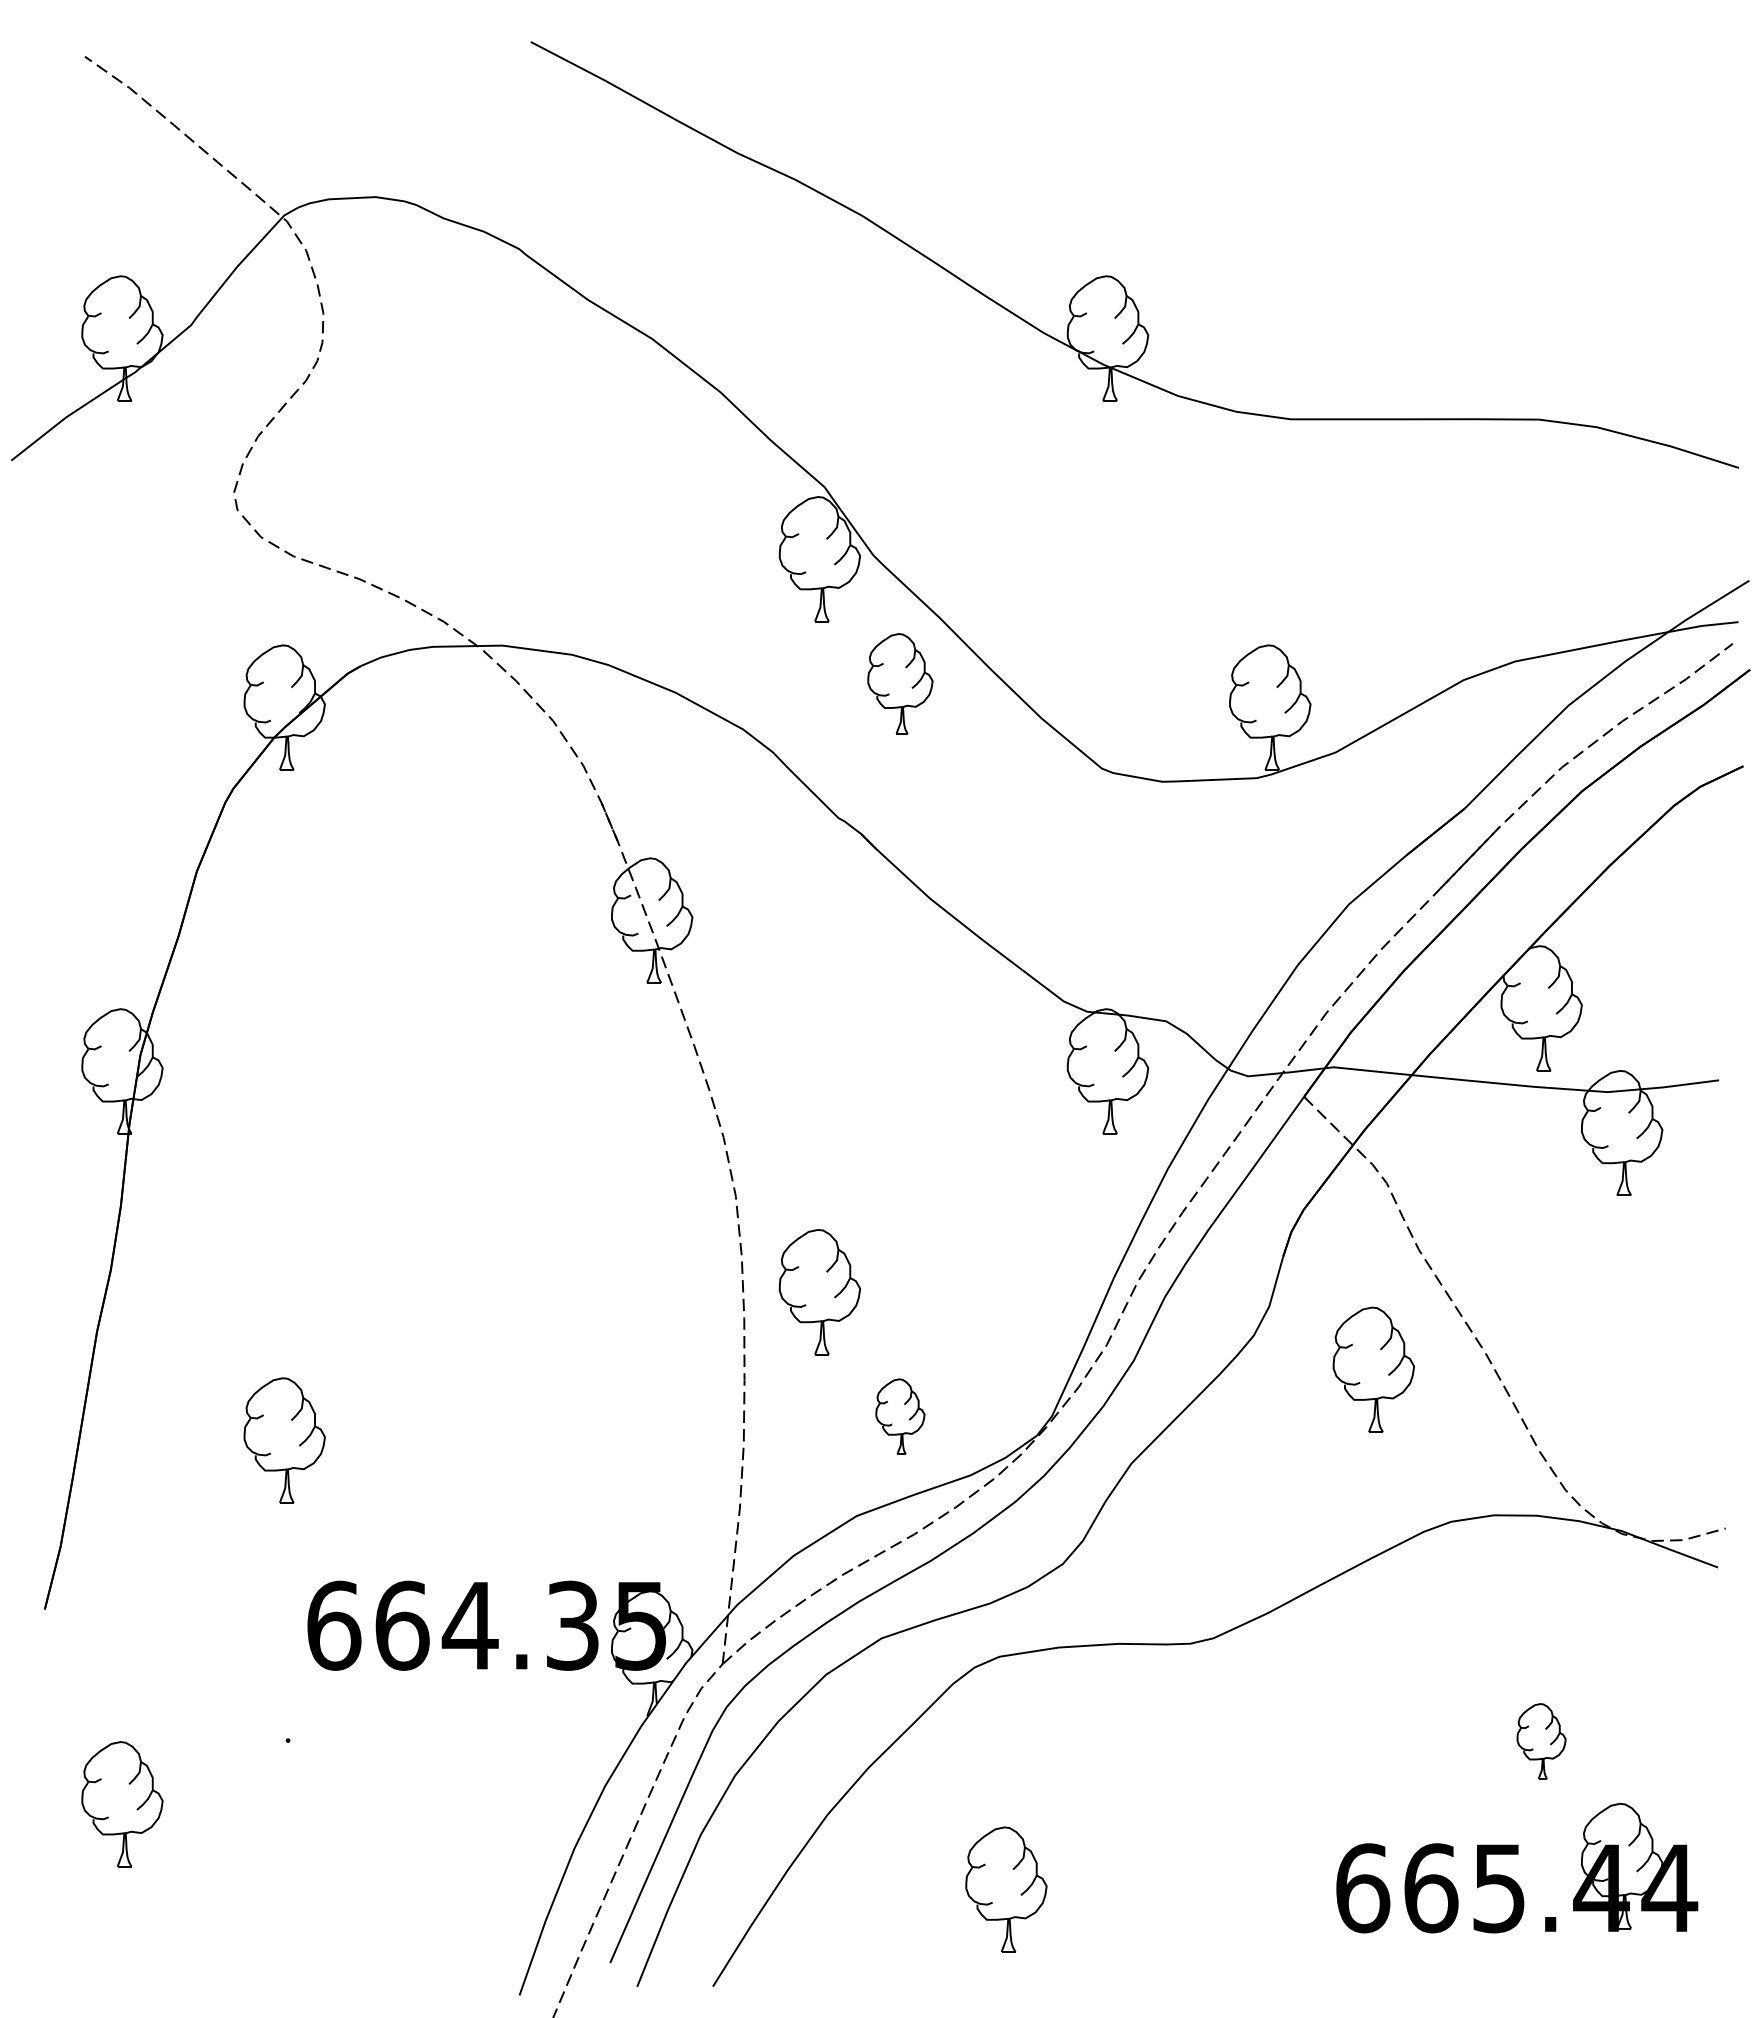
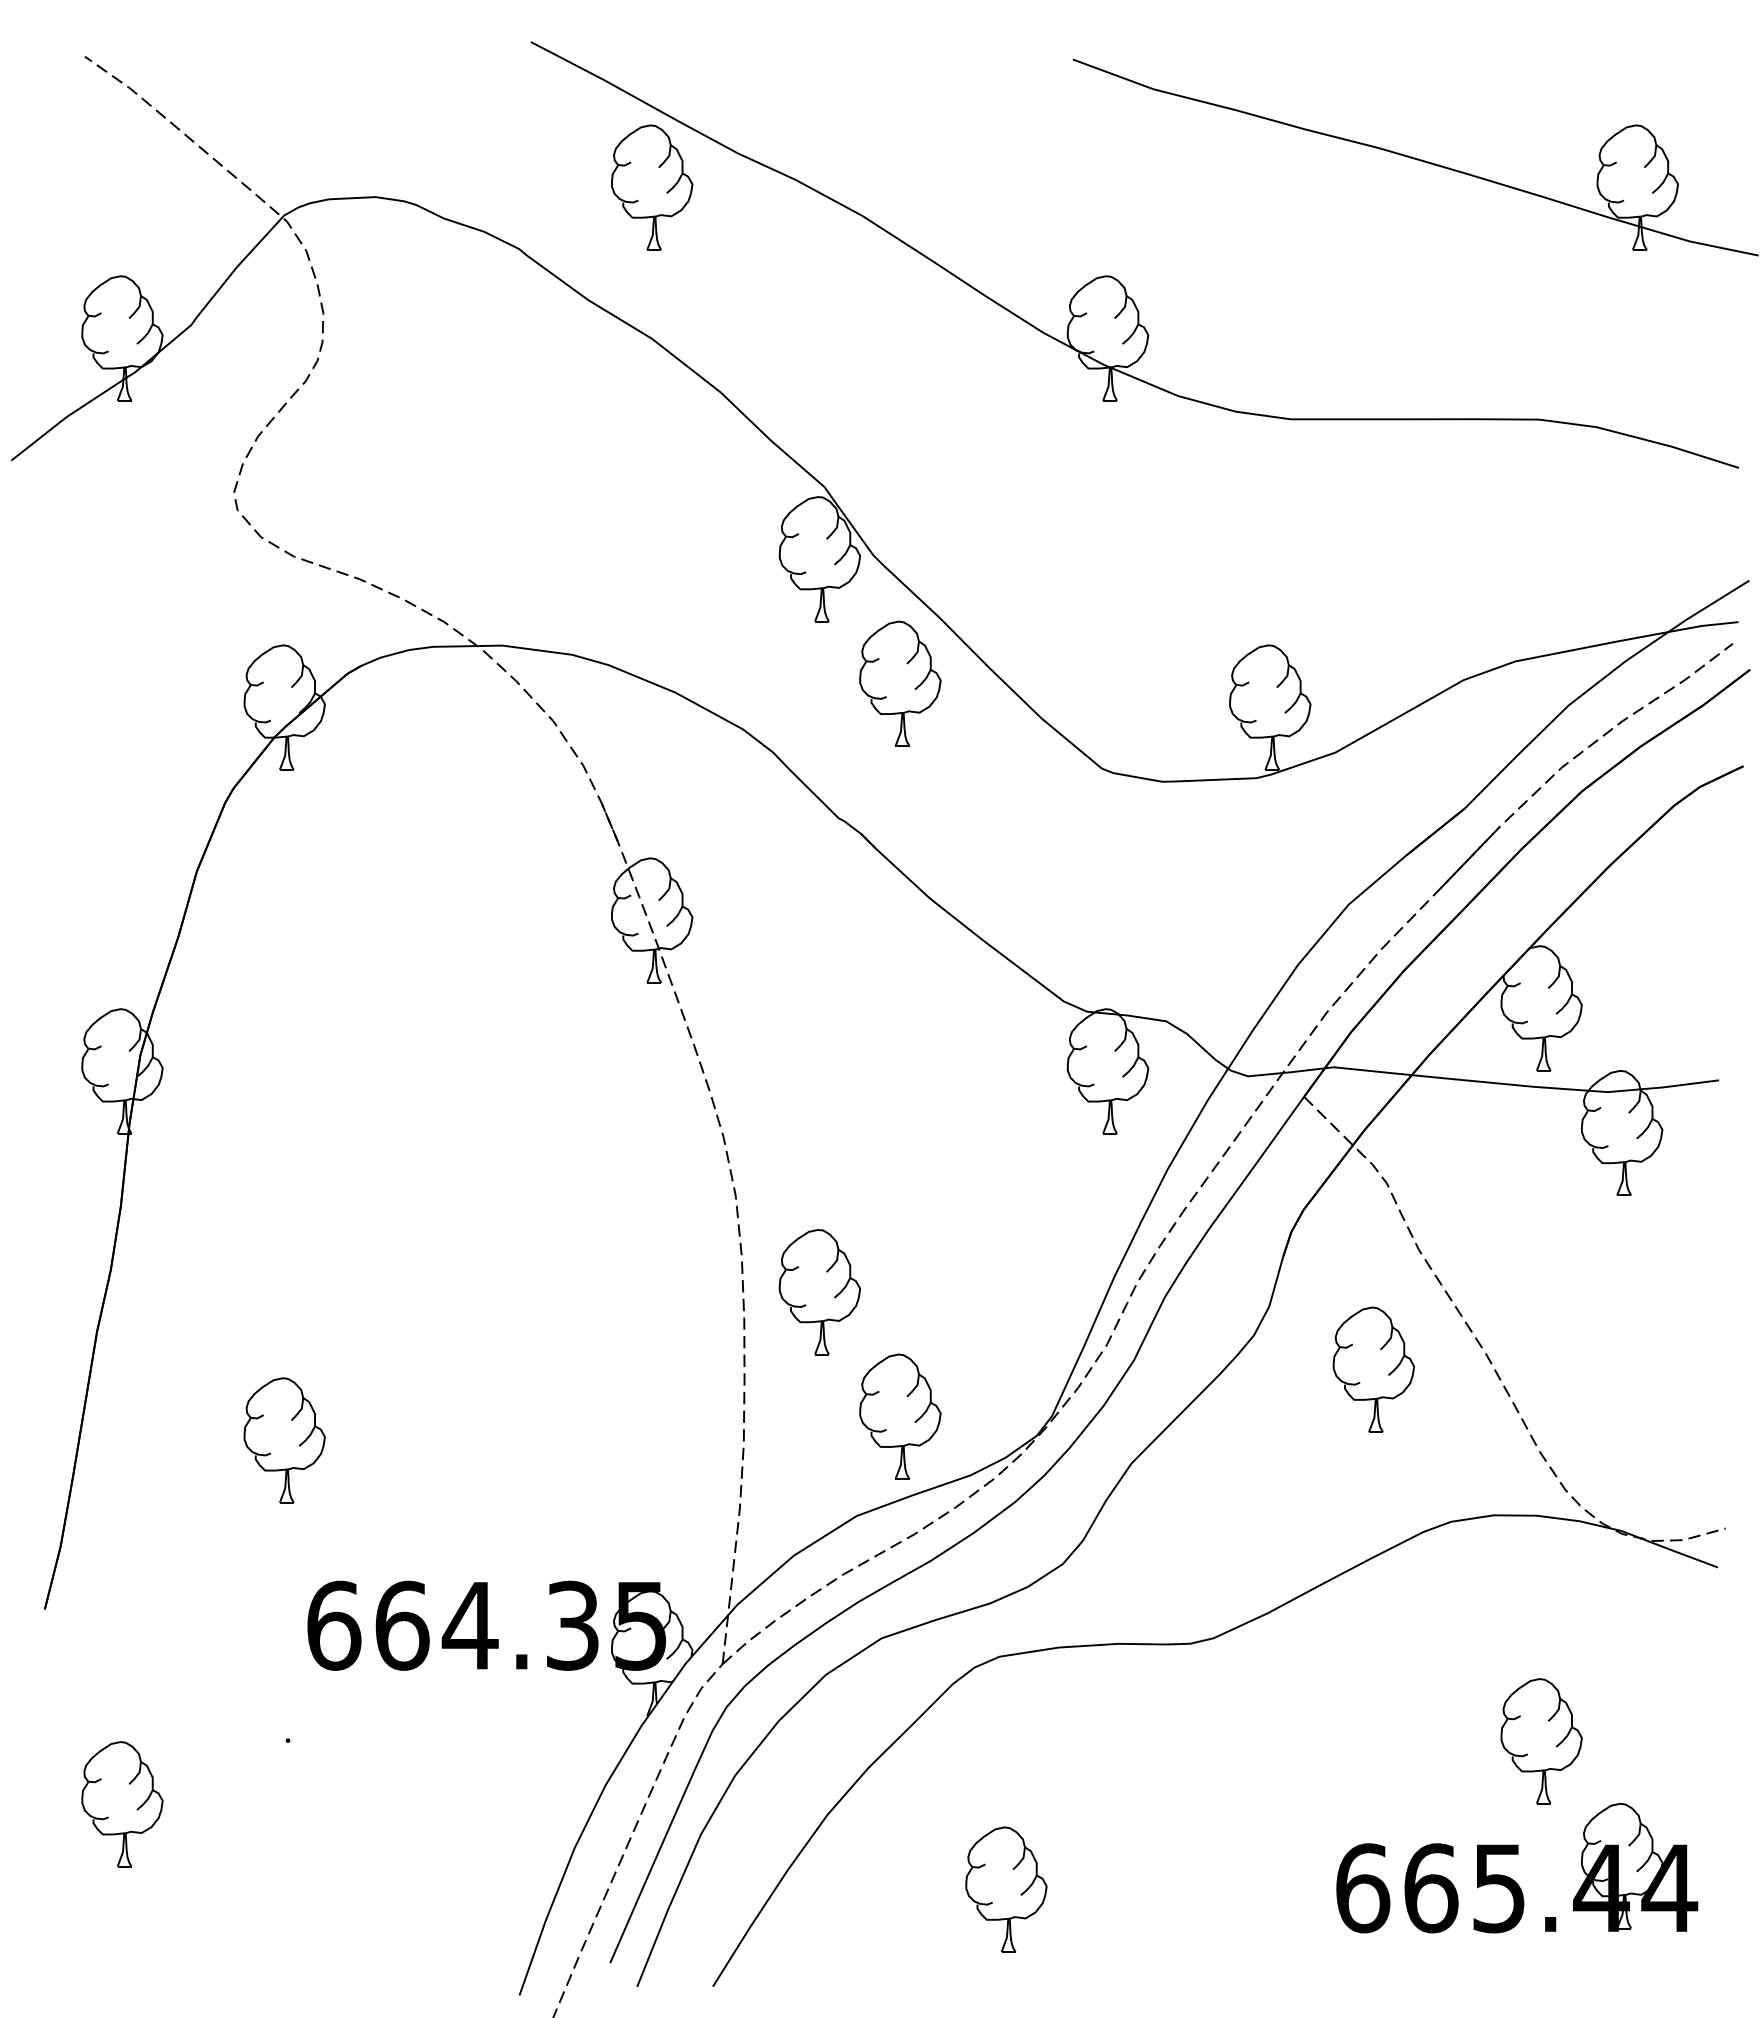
part at (1415, 157): none -> present
part at (652, 187): none -> present
part at (900, 683) size: 67x102 px -> 83x127 px
part at (900, 1416) size: 51x77 px -> 83x127 px
part at (1541, 1741) size: 51x77 px -> 83x127 px
